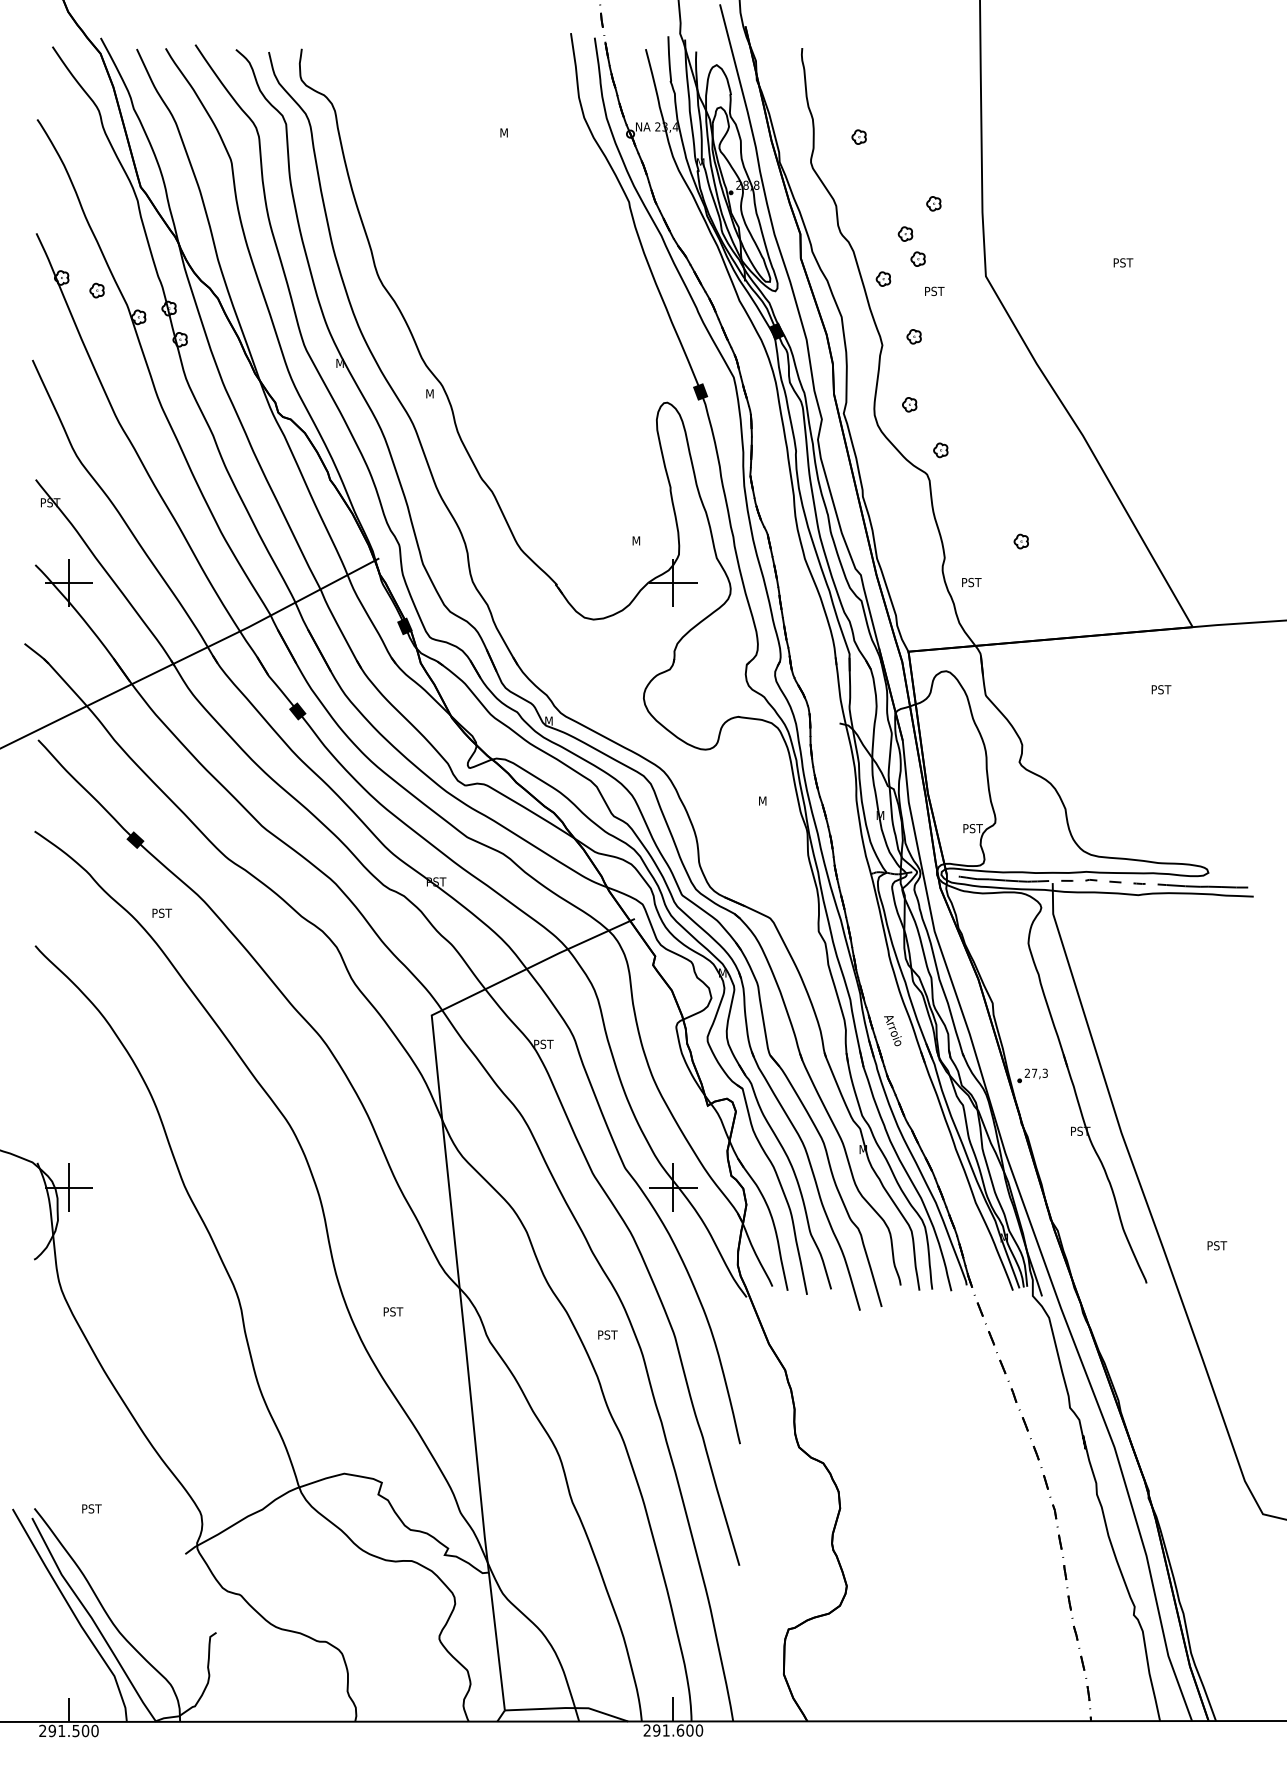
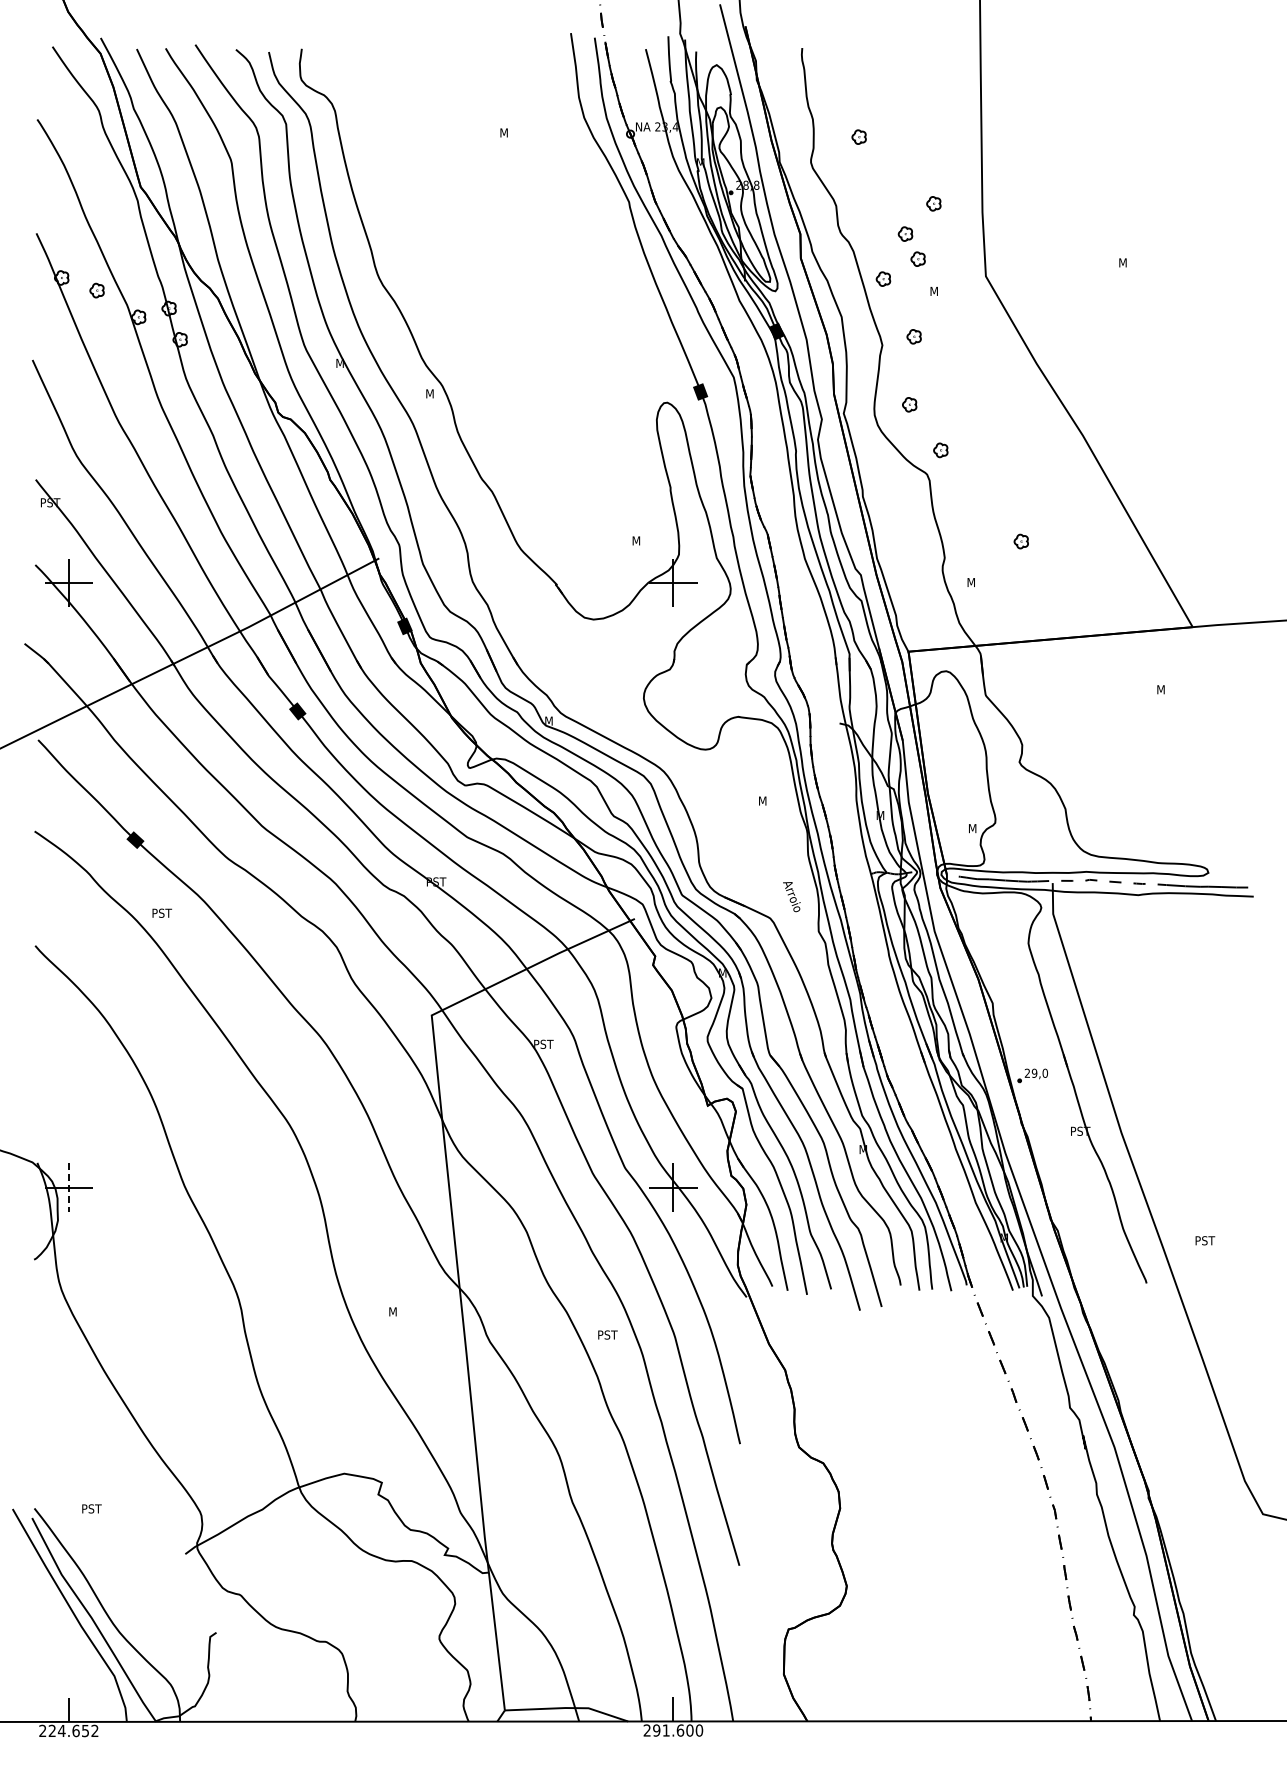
text at (1123, 262): PST -> M
text at (934, 290): PST -> M
text at (971, 582): PST -> M
text at (1161, 689): PST -> M
text at (972, 828): PST -> M
text at (892, 1031) position: (892, 1031) -> (791, 897)
text at (1039, 1072): 27,3 -> 29,0
line at (68, 1188): solid -> dashed
text at (1217, 1245) position: (1217, 1245) -> (1205, 1240)
text at (393, 1311): PST -> M
text at (73, 1730): 291.500 -> 224.652
